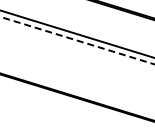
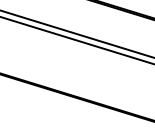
line at (77, 40): dashed -> solid
